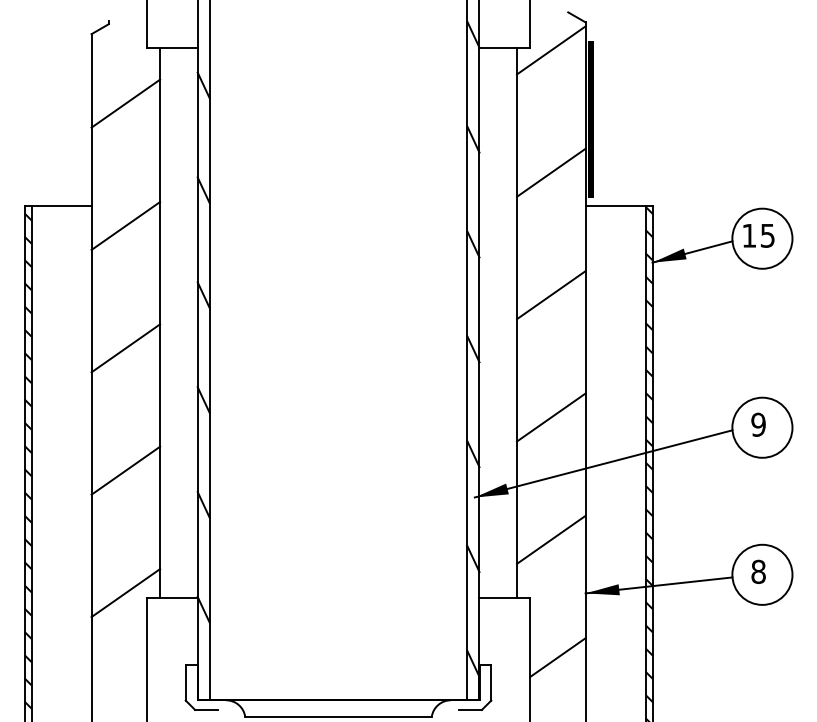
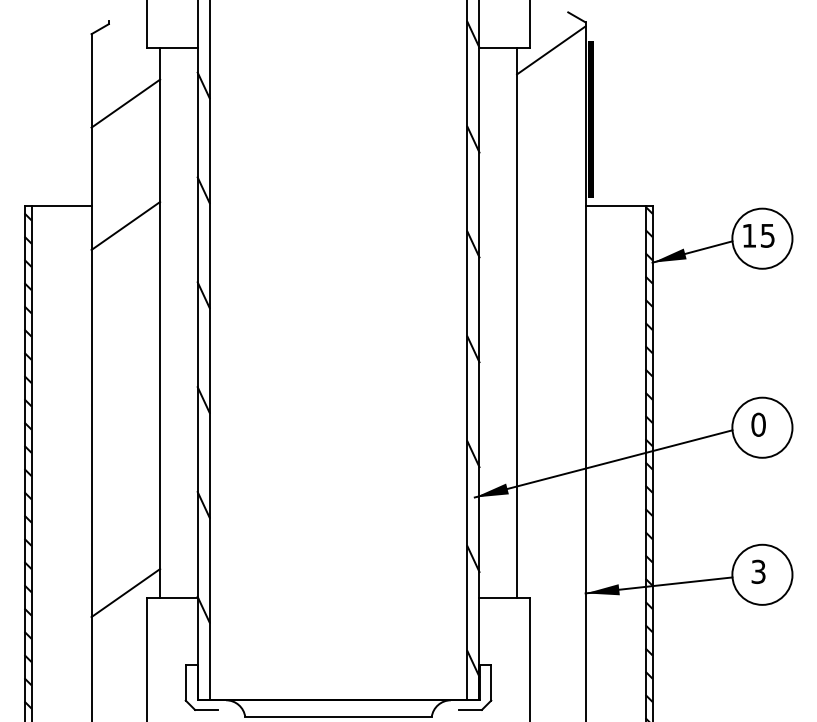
line at (551, 172): present -> none
line at (551, 295): present -> none
line at (125, 348): present -> none
line at (551, 417): present -> none
text at (758, 424): 9 -> 0
line at (125, 470): present -> none
line at (551, 539): present -> none
text at (758, 571): 8 -> 3
line at (557, 657): present -> none
